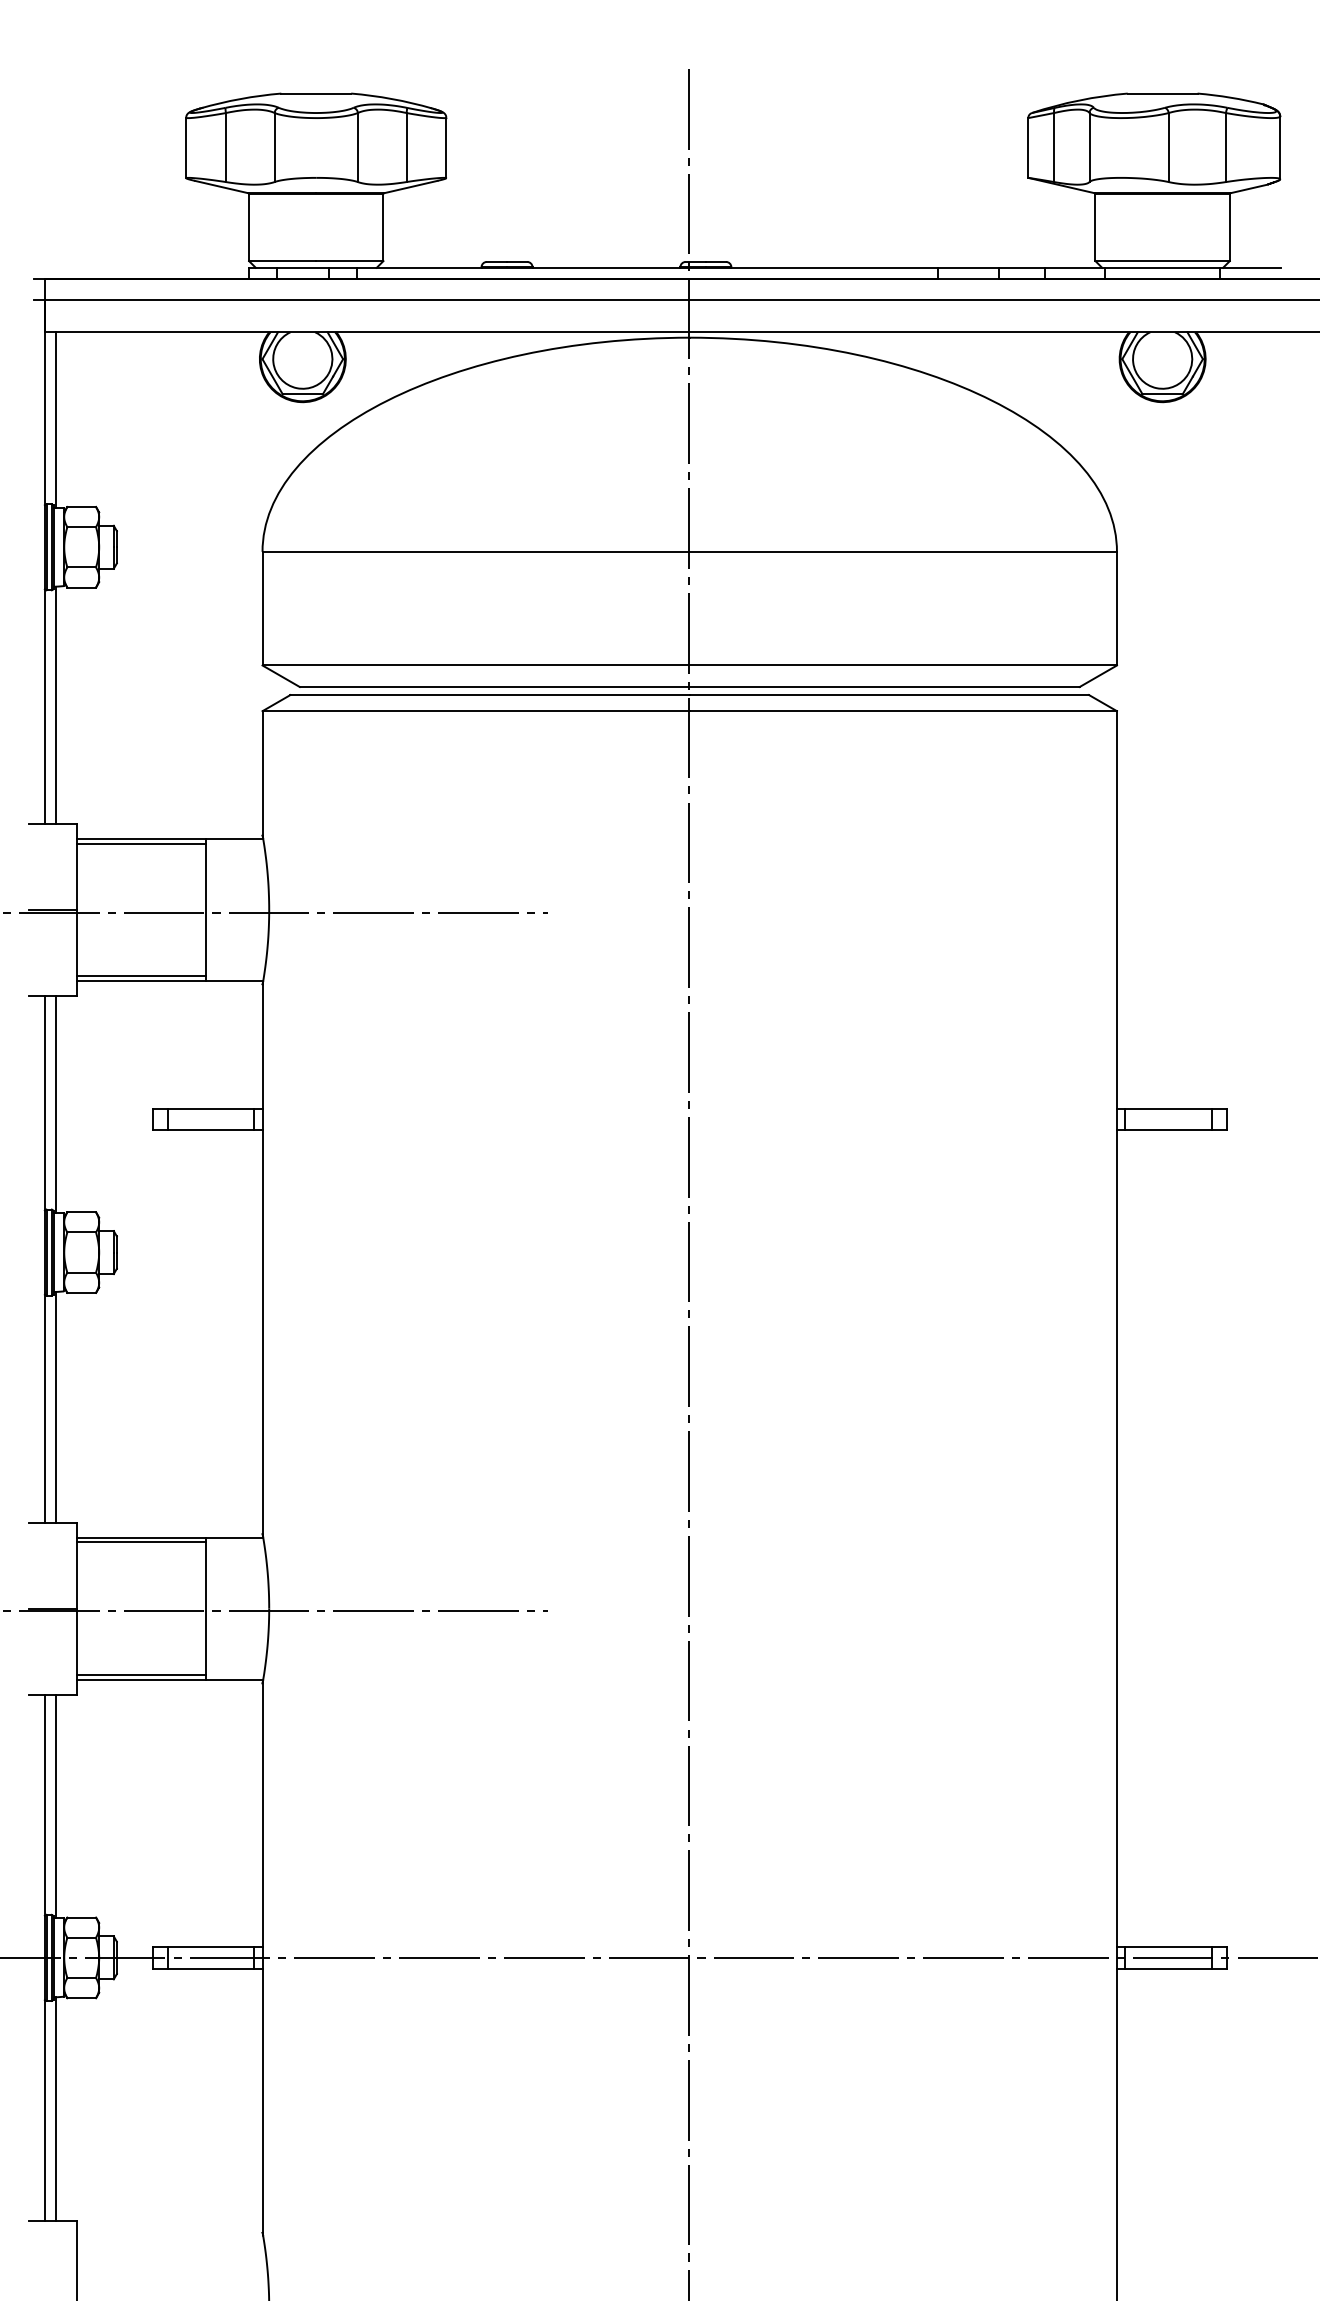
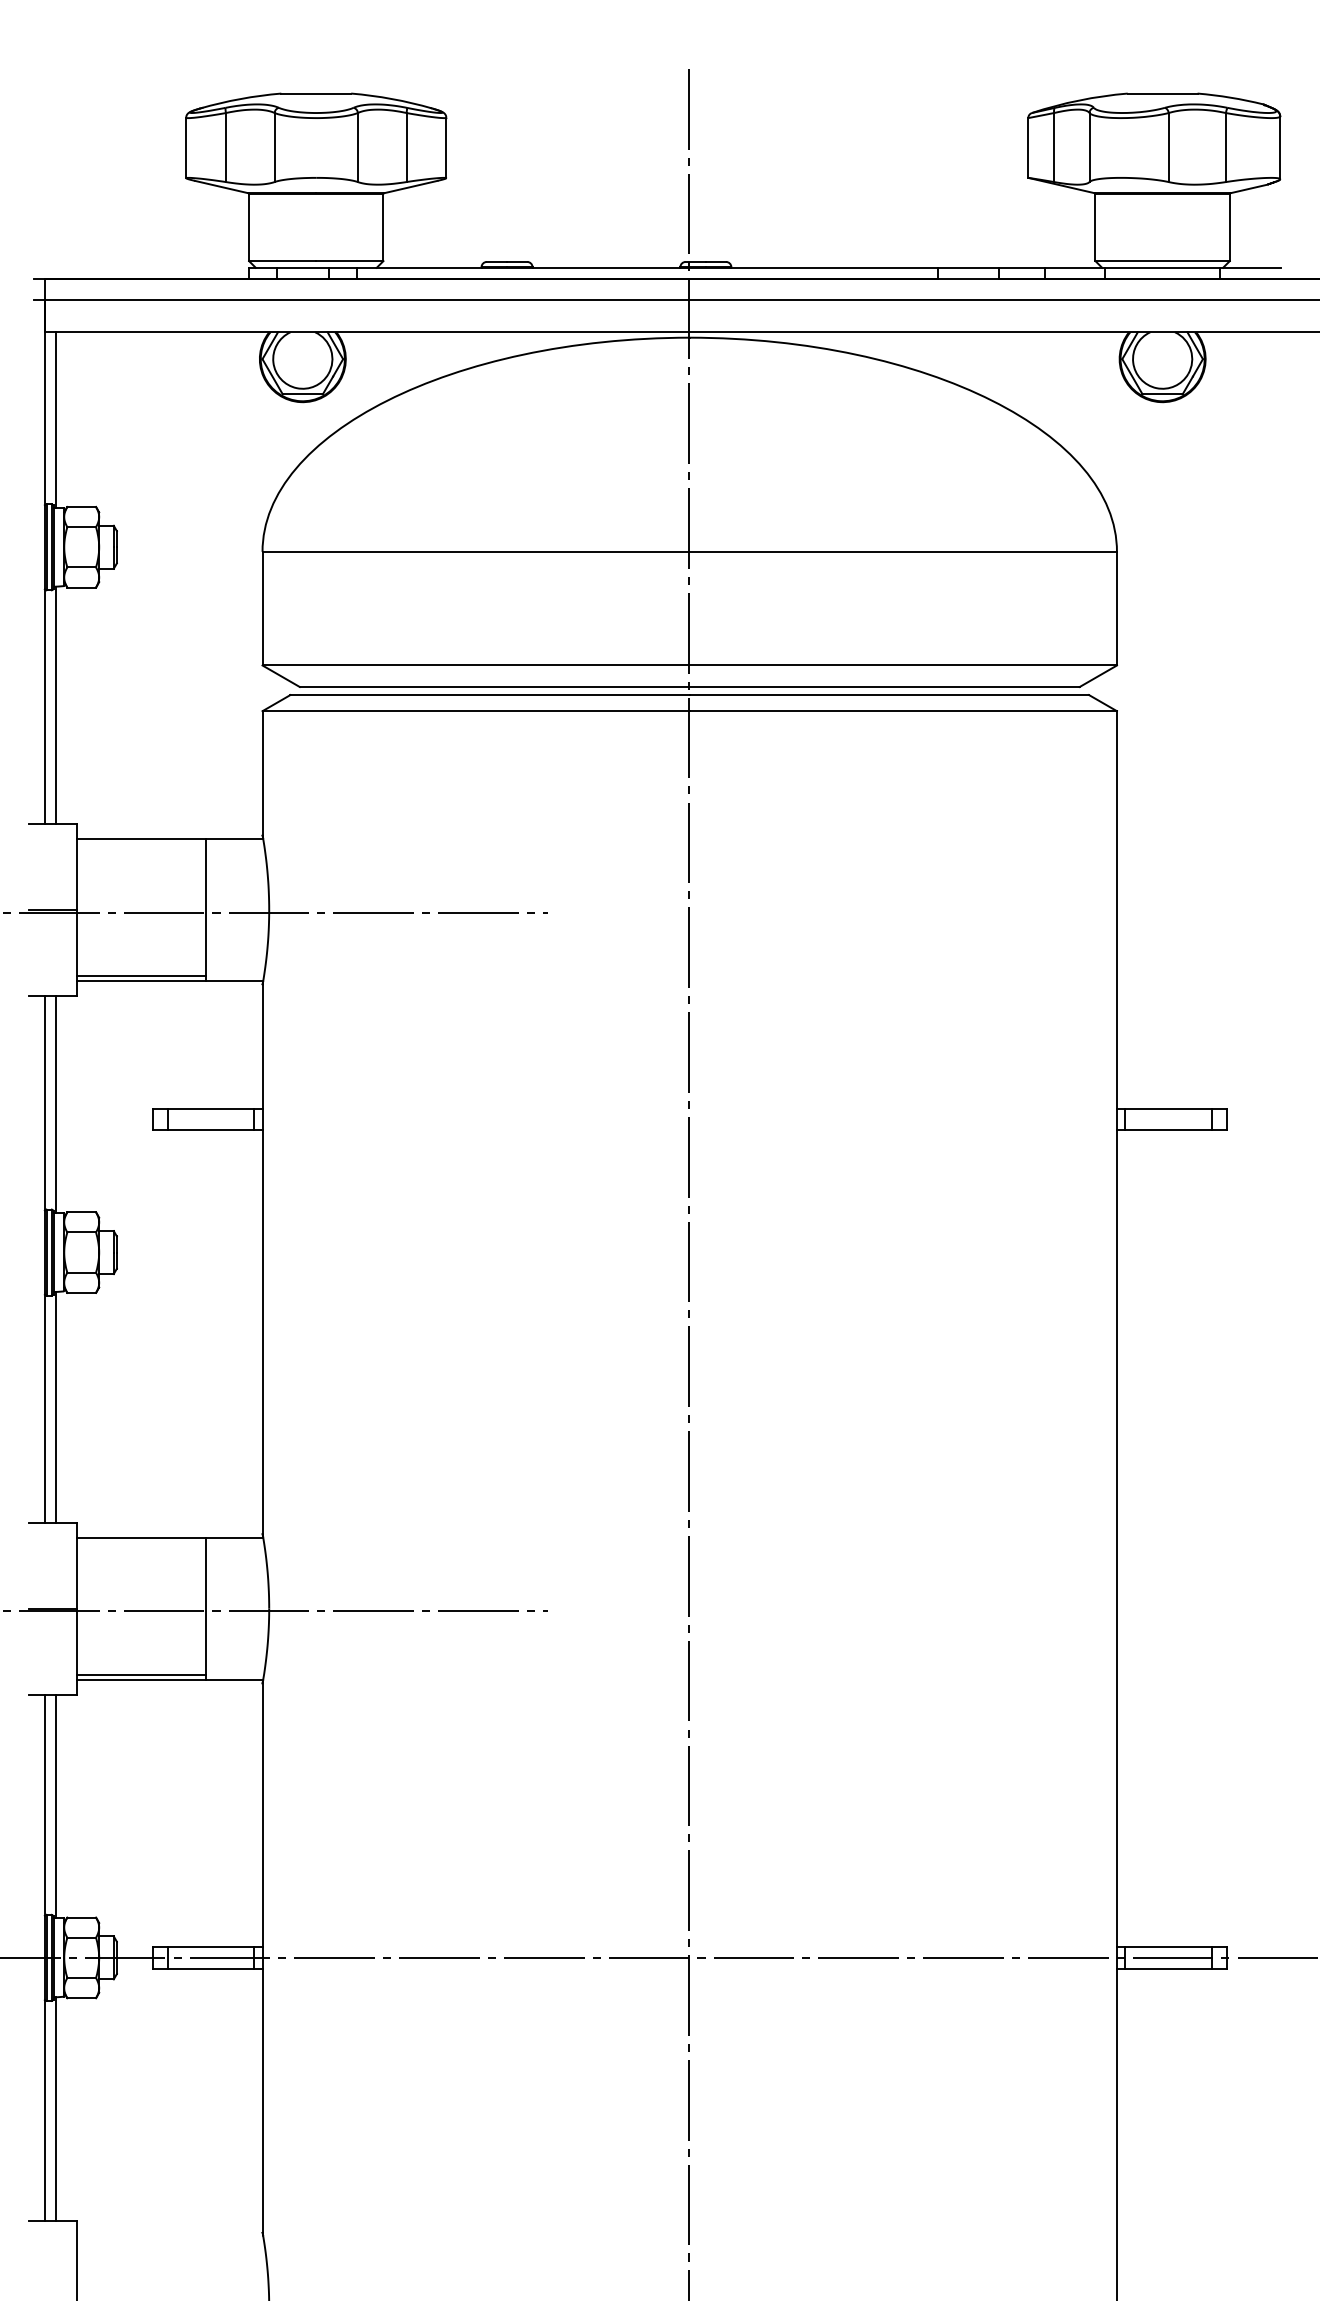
line at (141, 843): present -> none
line at (141, 1542): present -> none
